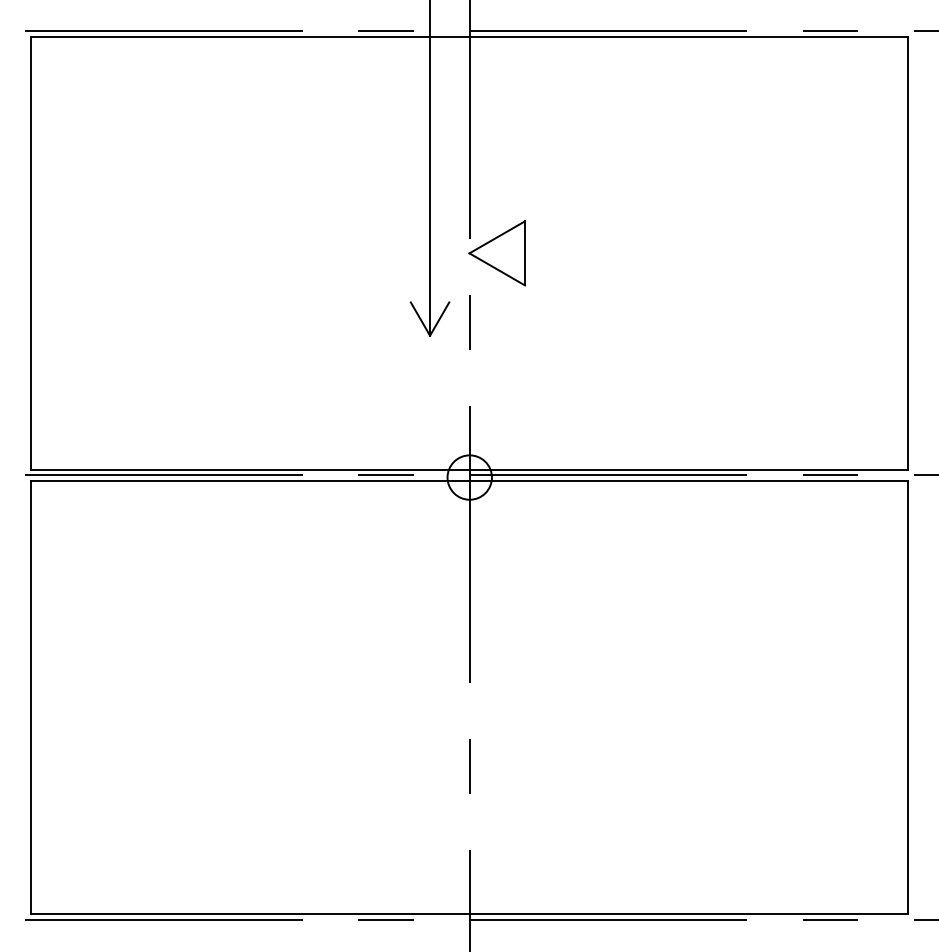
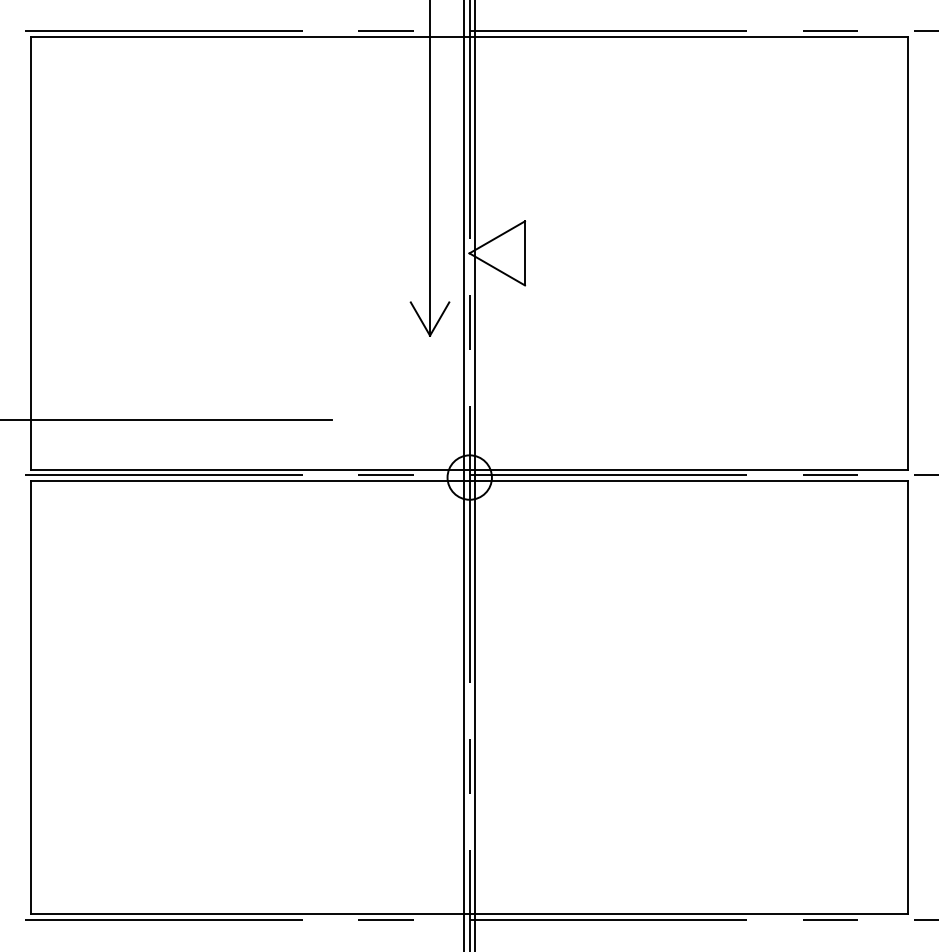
line at (167, 420): none -> present
line at (463, 475): none -> present
line at (475, 475): none -> present
